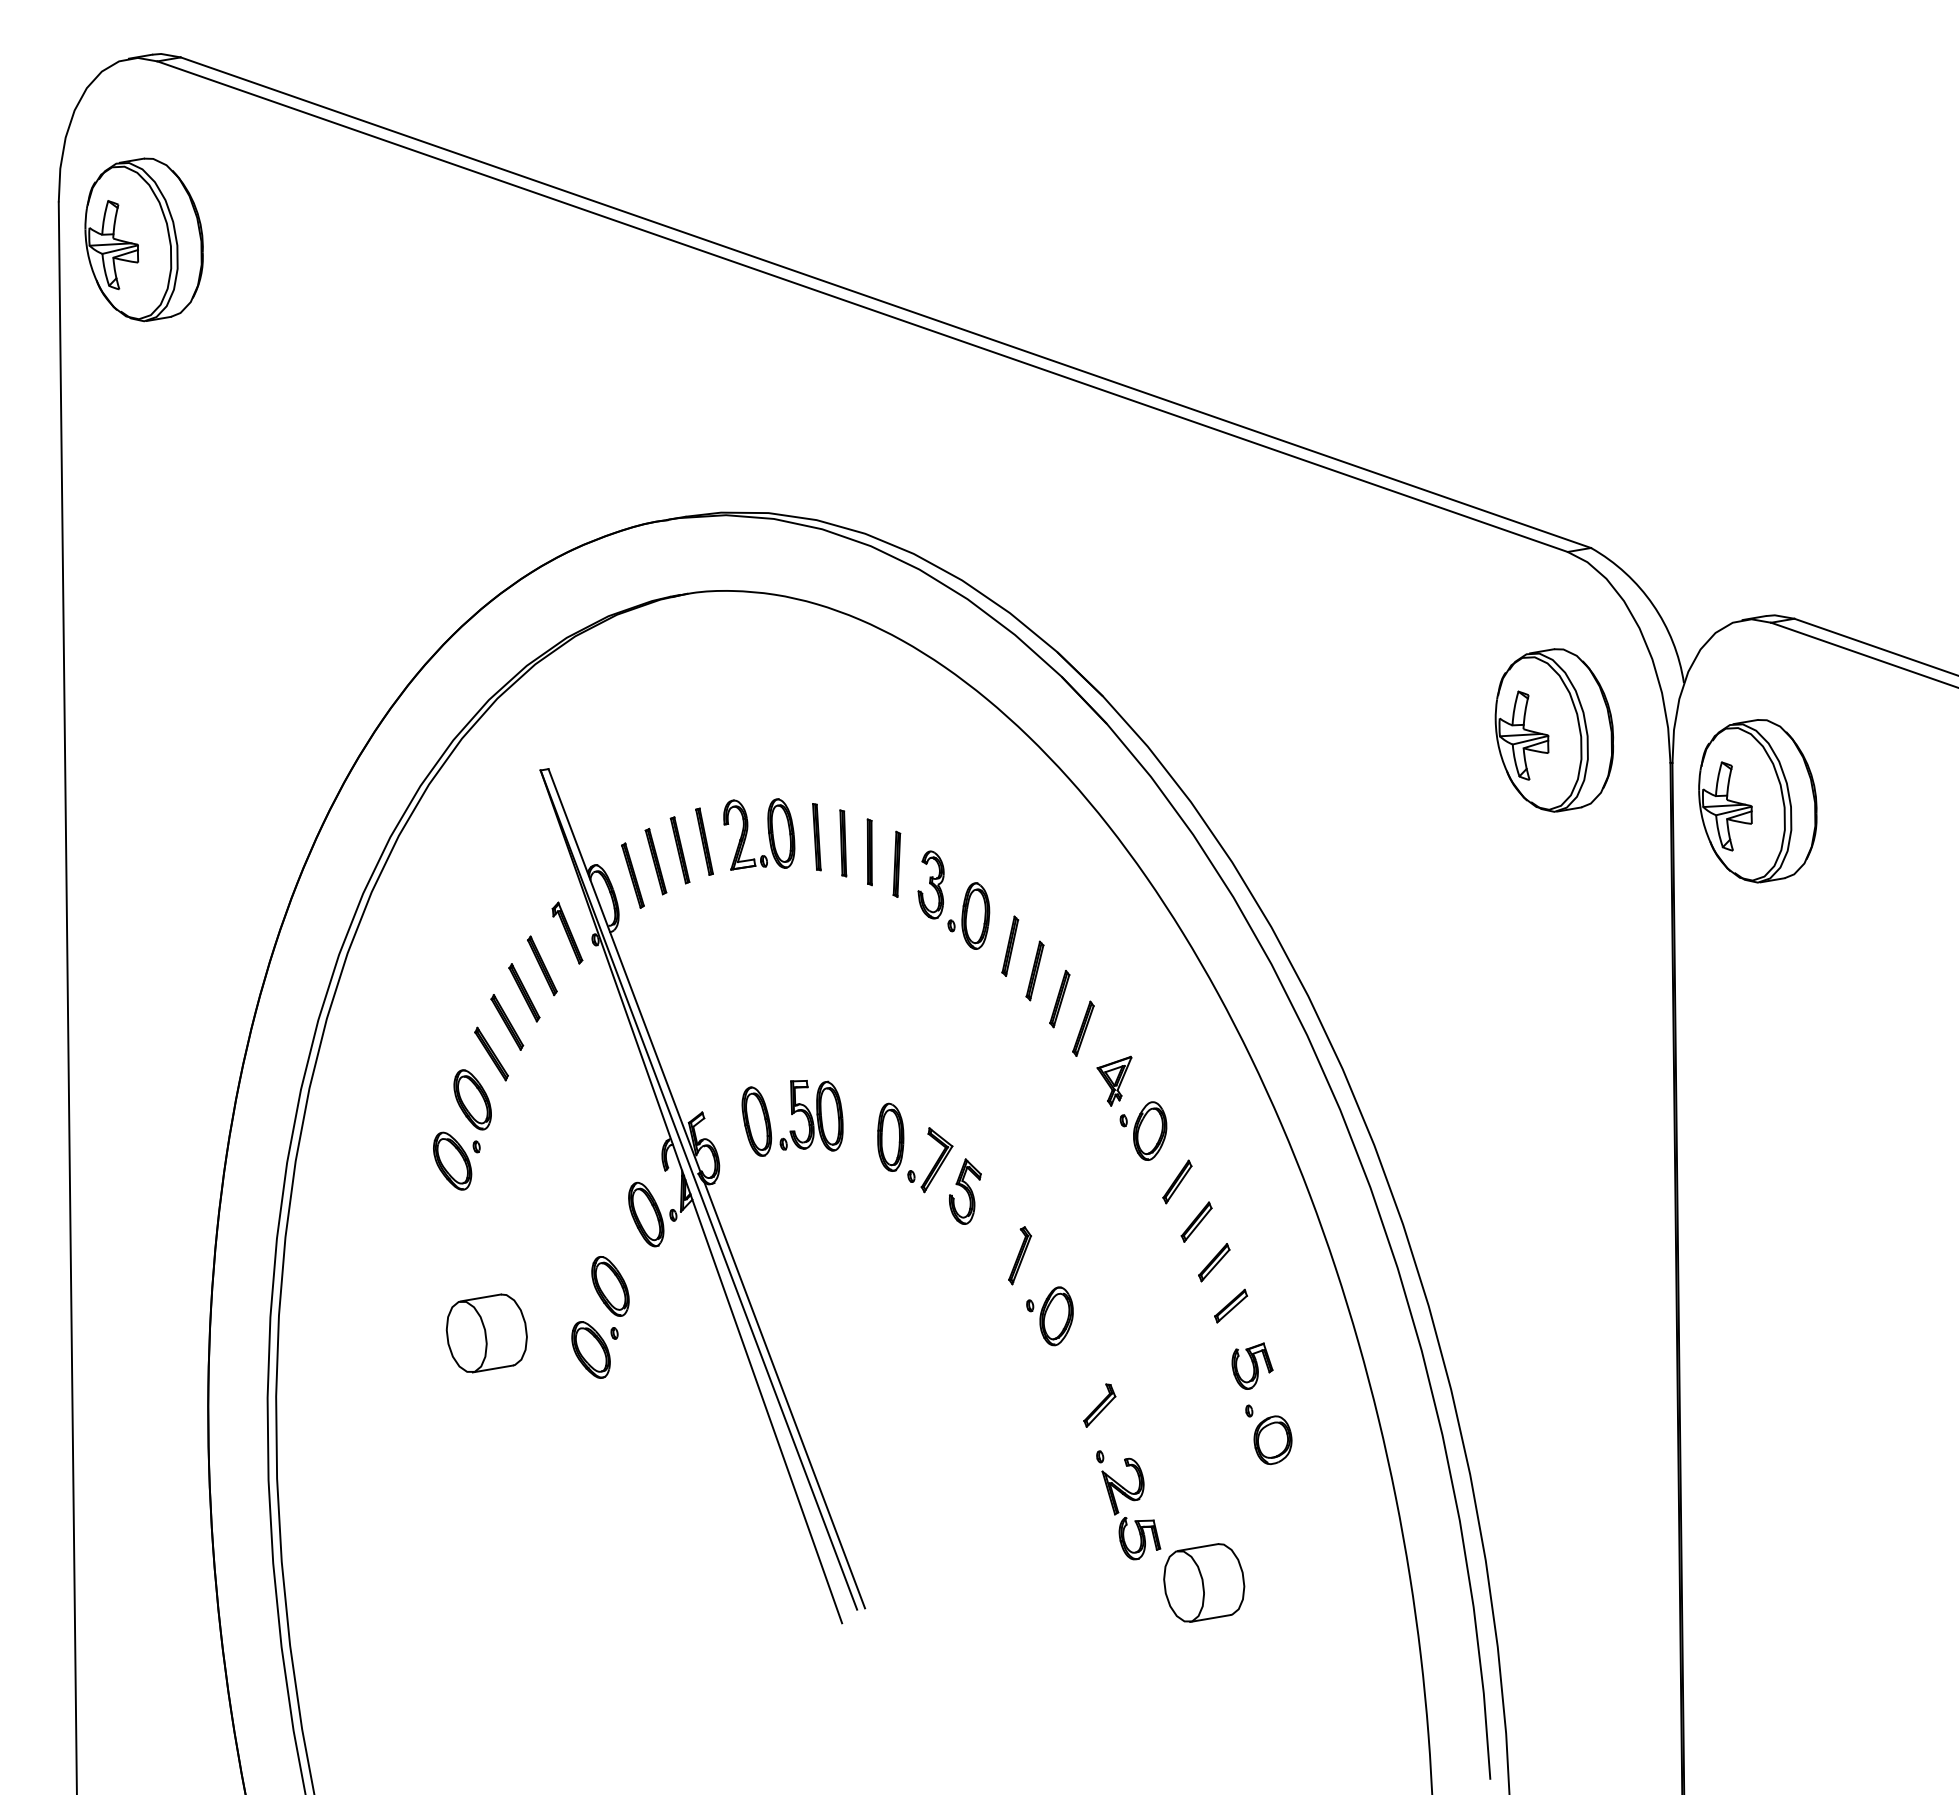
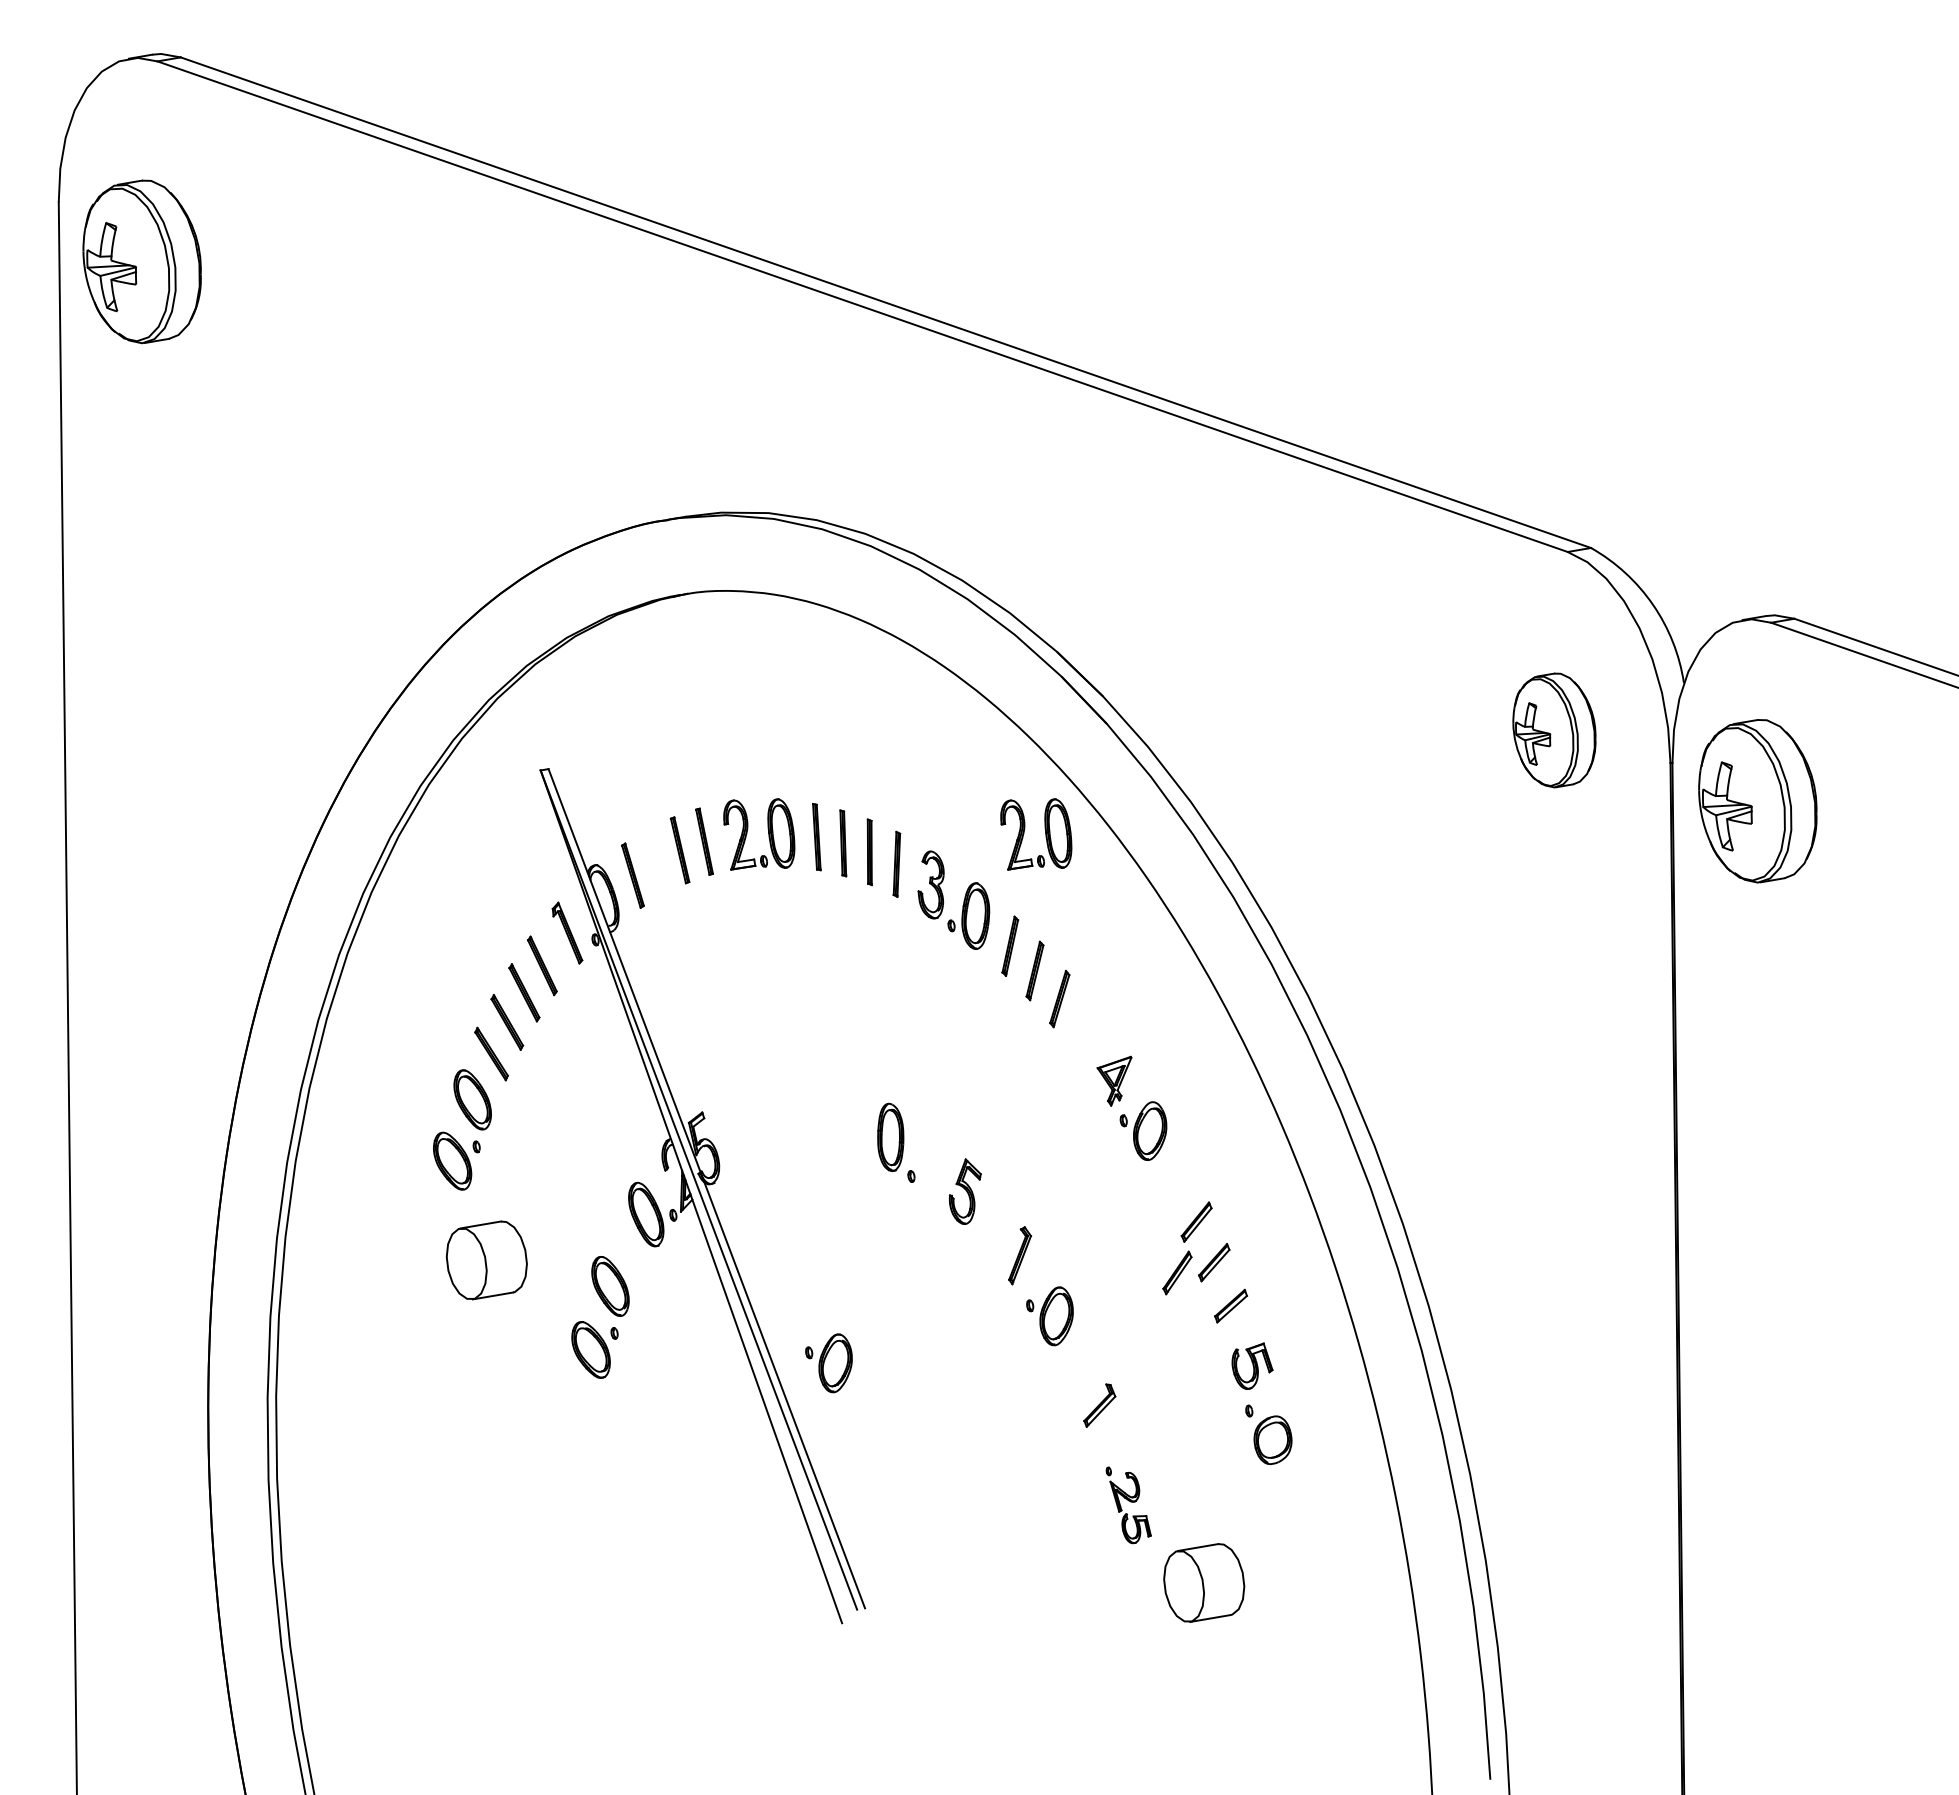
part at (143, 239) position: (143, 239) -> (141, 261)
part at (1554, 730) size: 121x165 px -> 85x117 px
part at (1045, 834): none -> present
part at (655, 861): present -> none
part at (1083, 1028): present -> none
part at (792, 1118): present -> none
part at (936, 1160): present -> none
part at (1177, 1181) position: (1177, 1181) -> (1177, 1272)
part at (486, 1333) position: (486, 1333) -> (486, 1260)
part at (828, 1363): none -> present
part at (1128, 1505) size: 66x111 px -> 47x79 px
